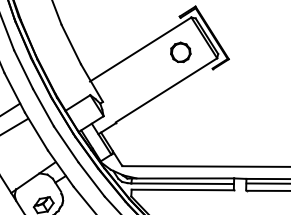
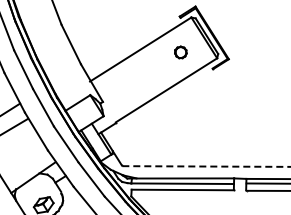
part at (180, 52) size: 22x23 px -> 14x15 px
line at (206, 166): solid -> dashed
